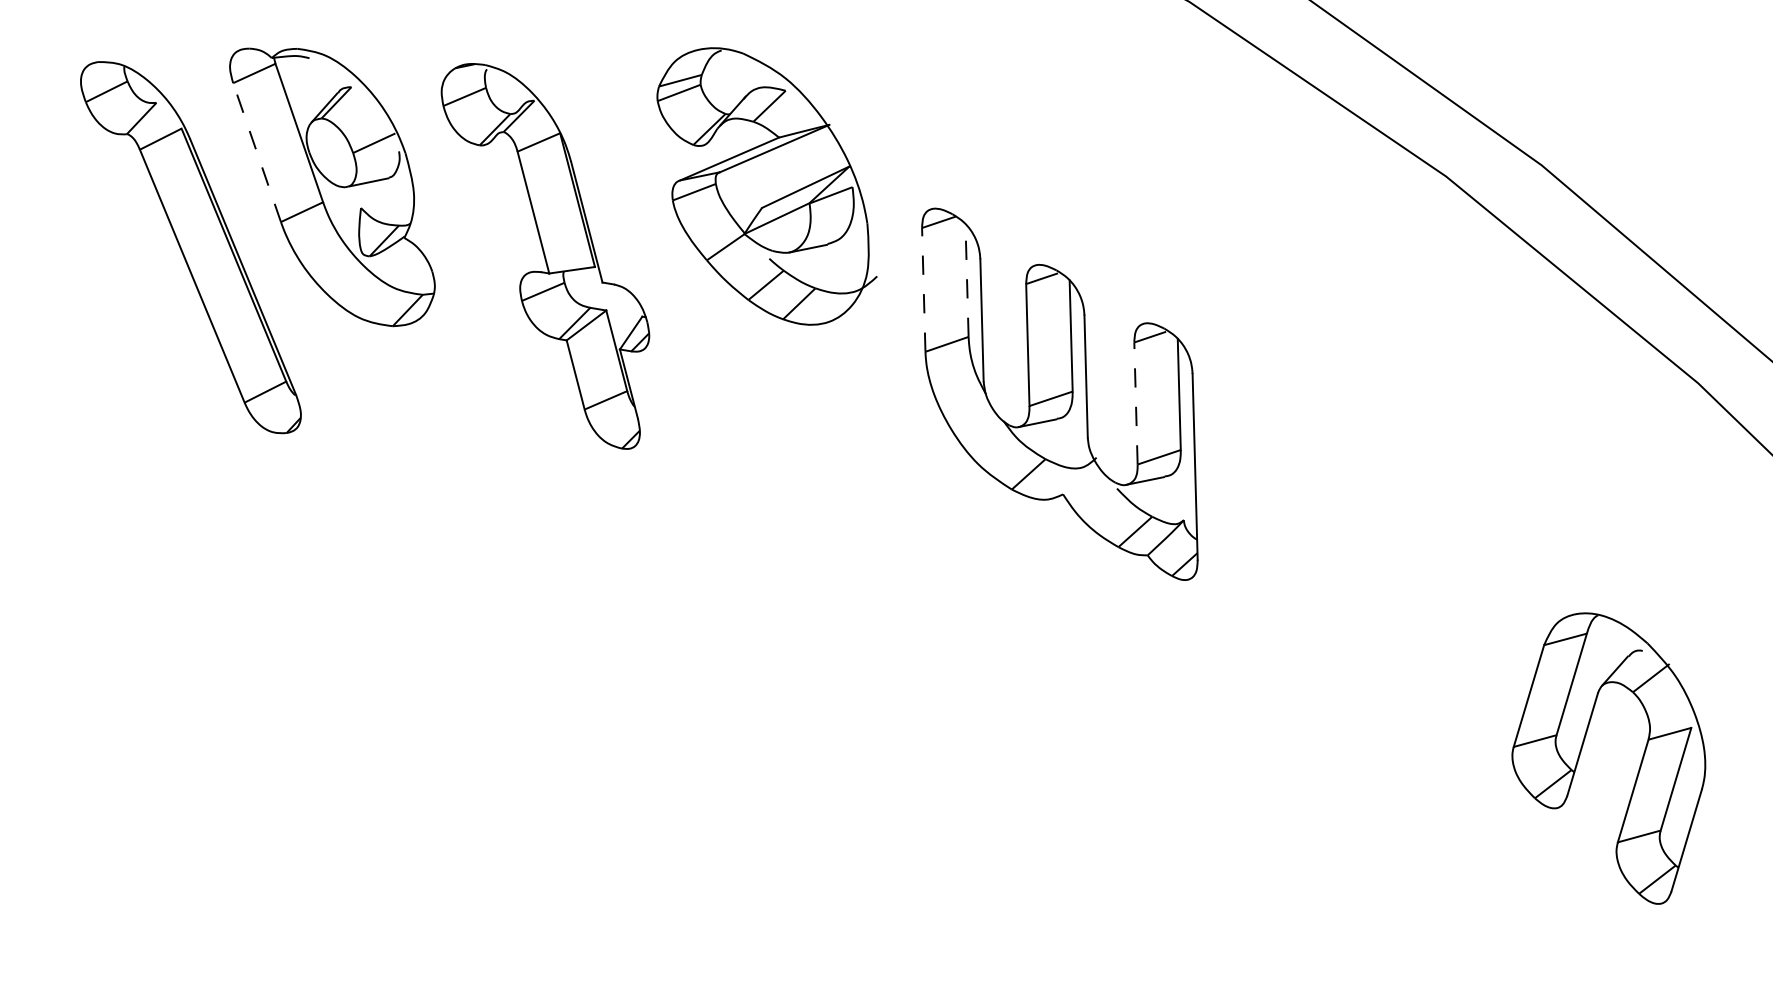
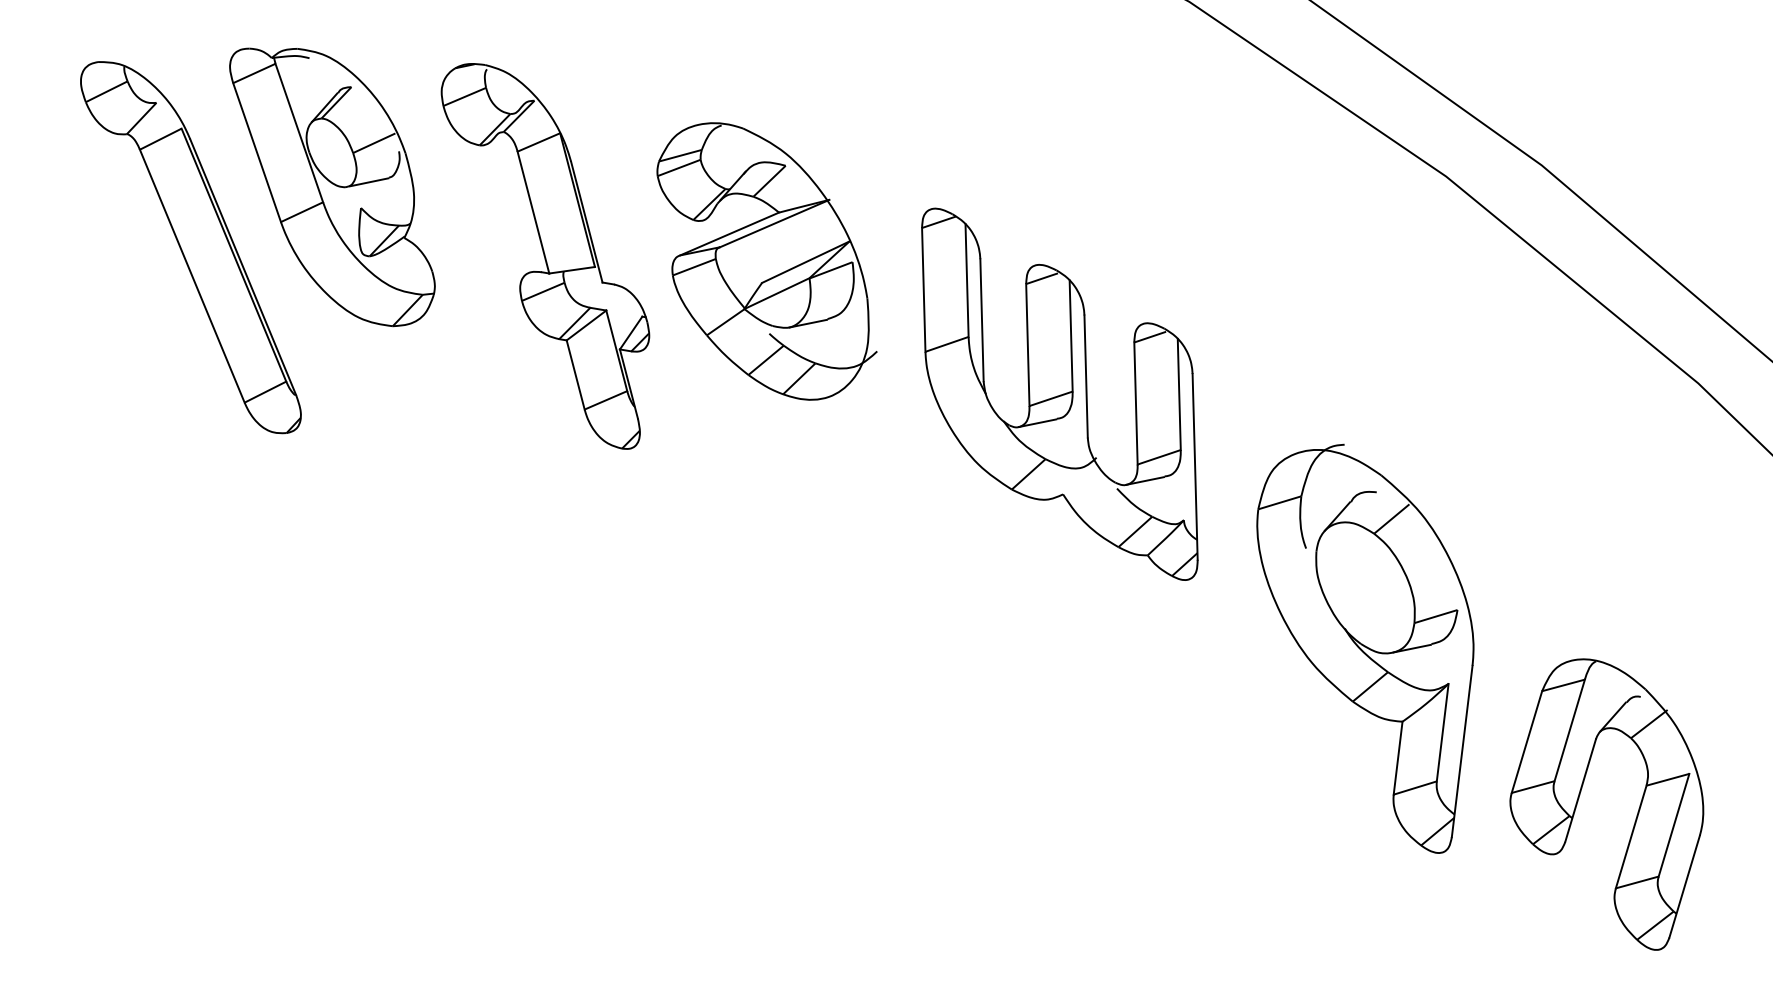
line at (256, 152): dashed -> solid
part at (766, 186) position: (766, 186) -> (766, 261)
line at (967, 280): dashed -> solid
line at (923, 289): dashed -> solid
line at (1135, 403): dashed -> solid
part at (1365, 648): none -> present
part at (1582, 749) position: (1582, 749) -> (1580, 795)
